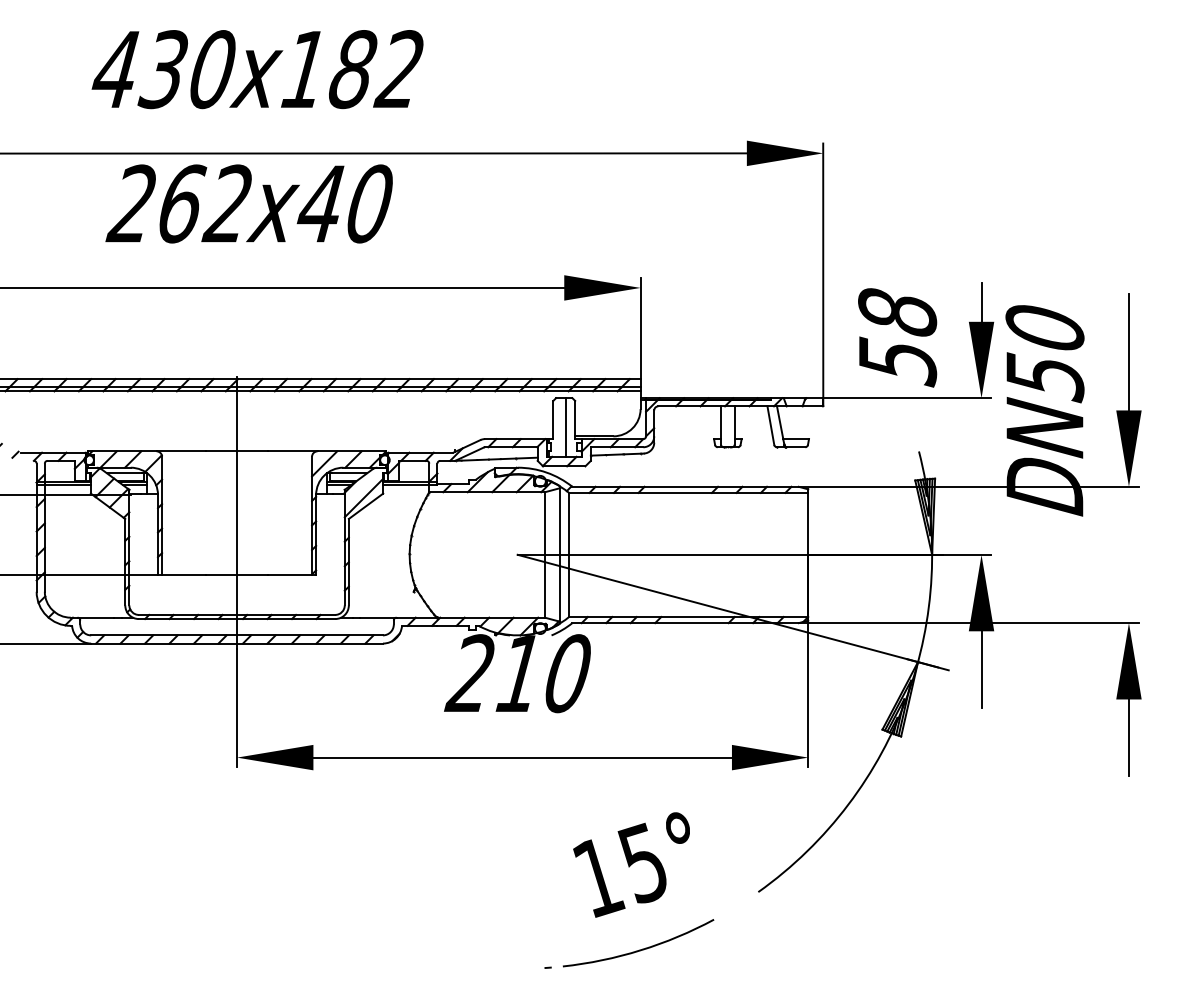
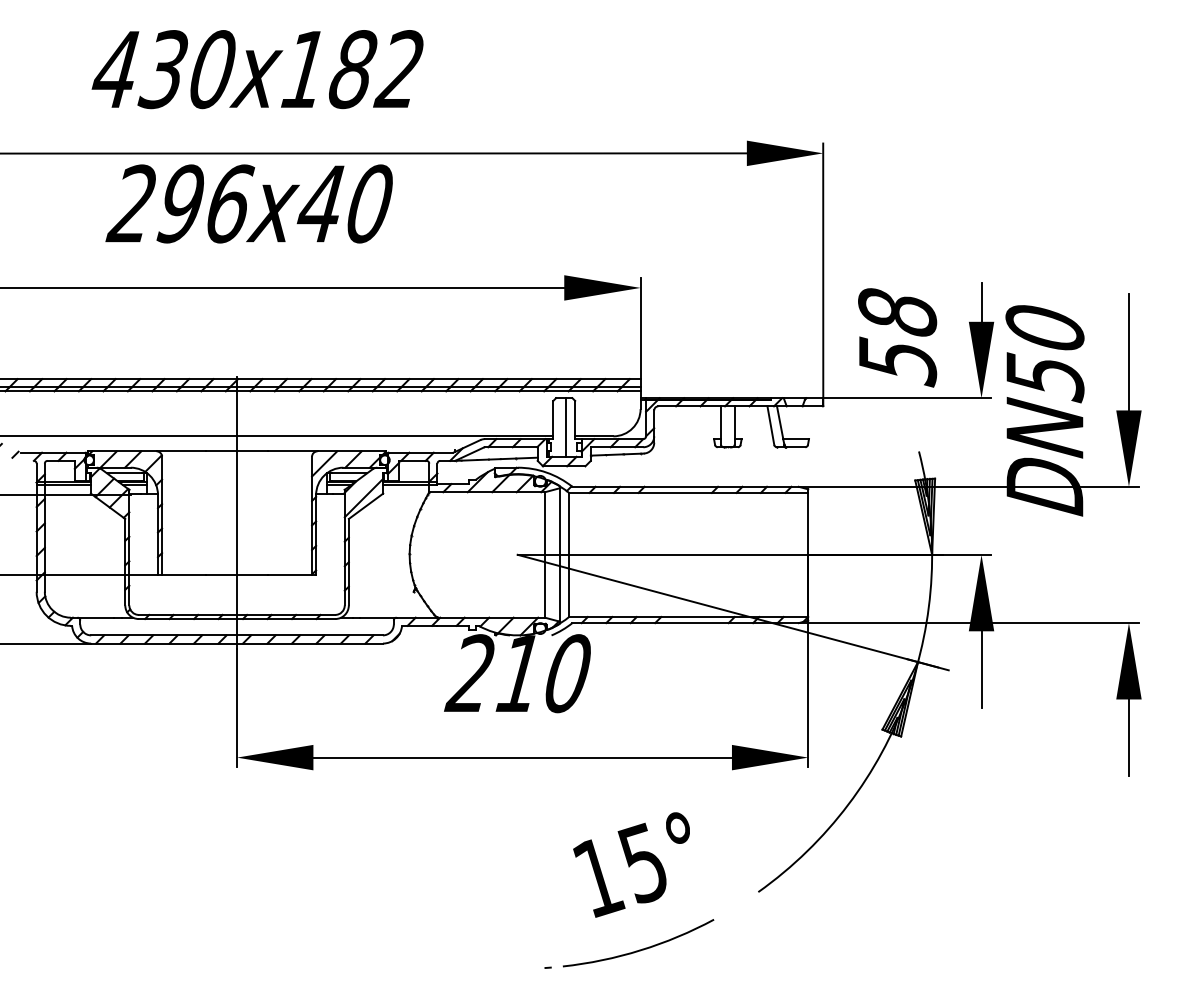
text at (205, 203): 262x40 -> 296x40
line at (277, 436): none -> present
